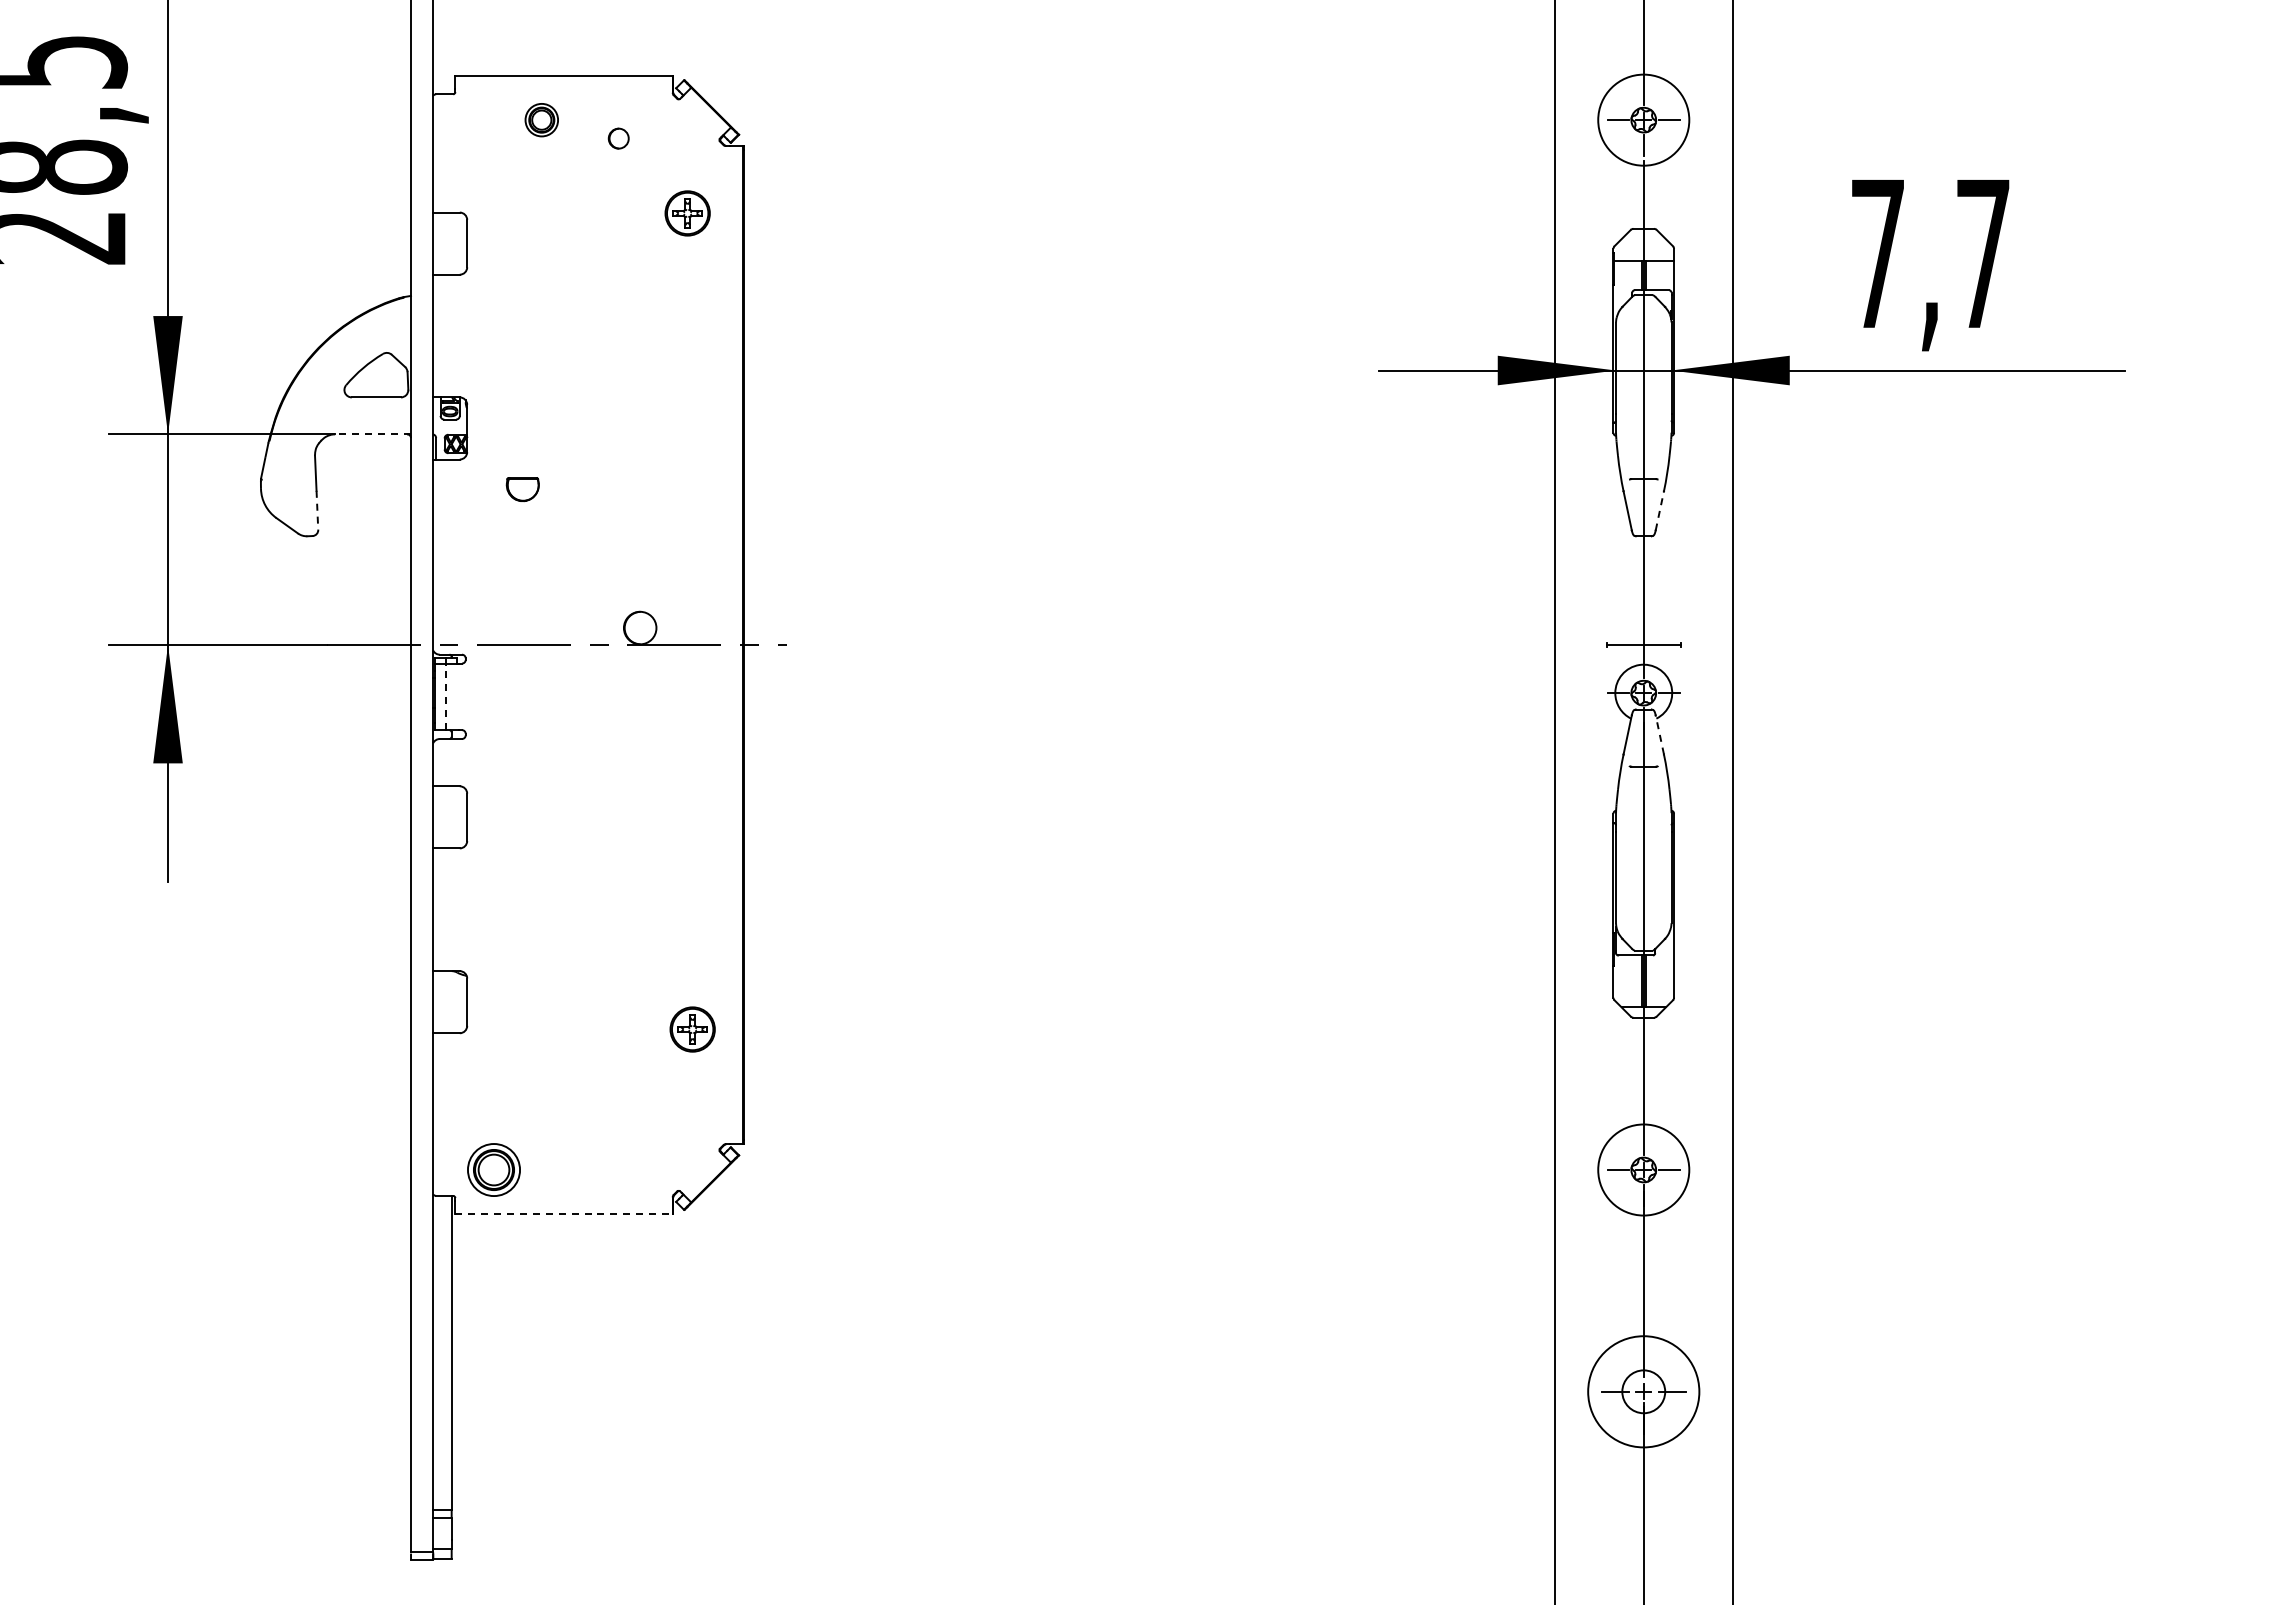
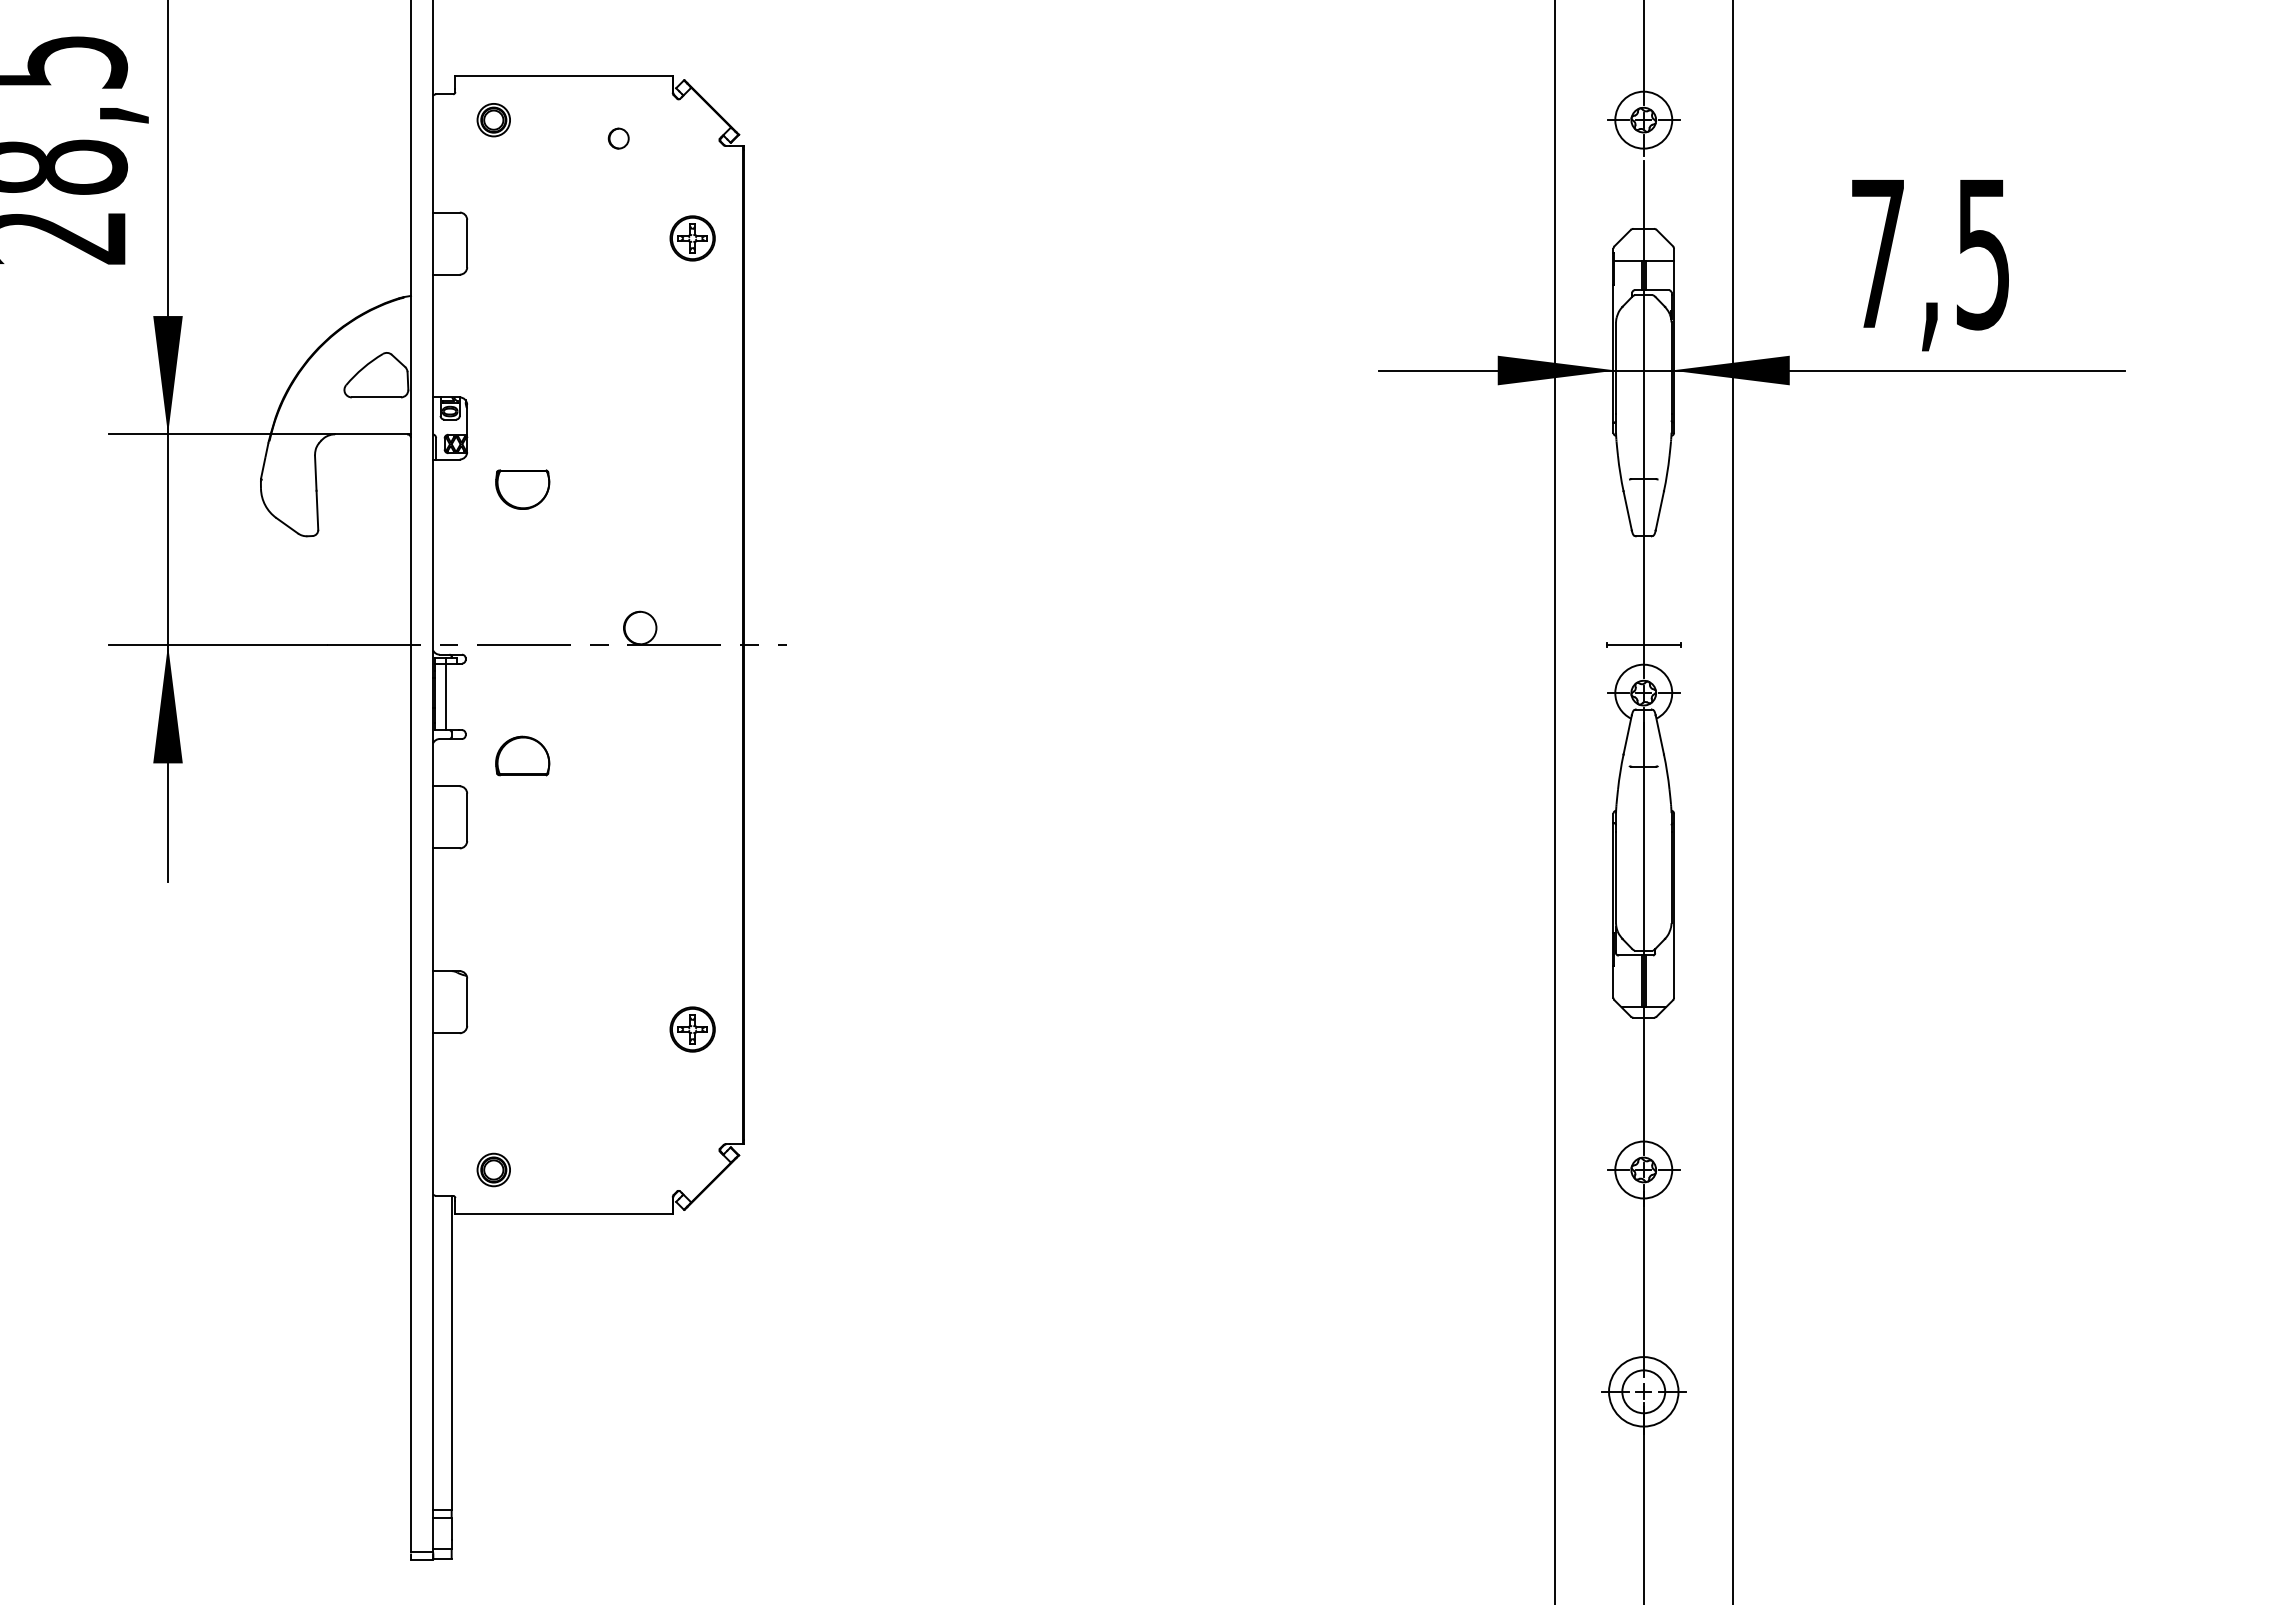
circle at (1643, 119) diameter: 91 px -> 57 px
part at (541, 120) position: (541, 120) -> (493, 120)
part at (687, 213) position: (687, 213) -> (692, 238)
text at (1983, 254): 7,7 -> 7,5
line at (373, 434): dashed -> solid
part at (522, 489) size: 35x26 px -> 56x41 px
line at (317, 510): dashed -> solid
line at (1659, 510): dashed -> solid
line at (445, 696): dashed -> solid
line at (1659, 734): dashed -> solid
part at (522, 755): none -> present
part at (493, 1169) size: 54x54 px -> 35x36 px
circle at (1643, 1169) diameter: 91 px -> 57 px
line at (564, 1214): dashed -> solid
circle at (1643, 1391) diameter: 111 px -> 69 px
